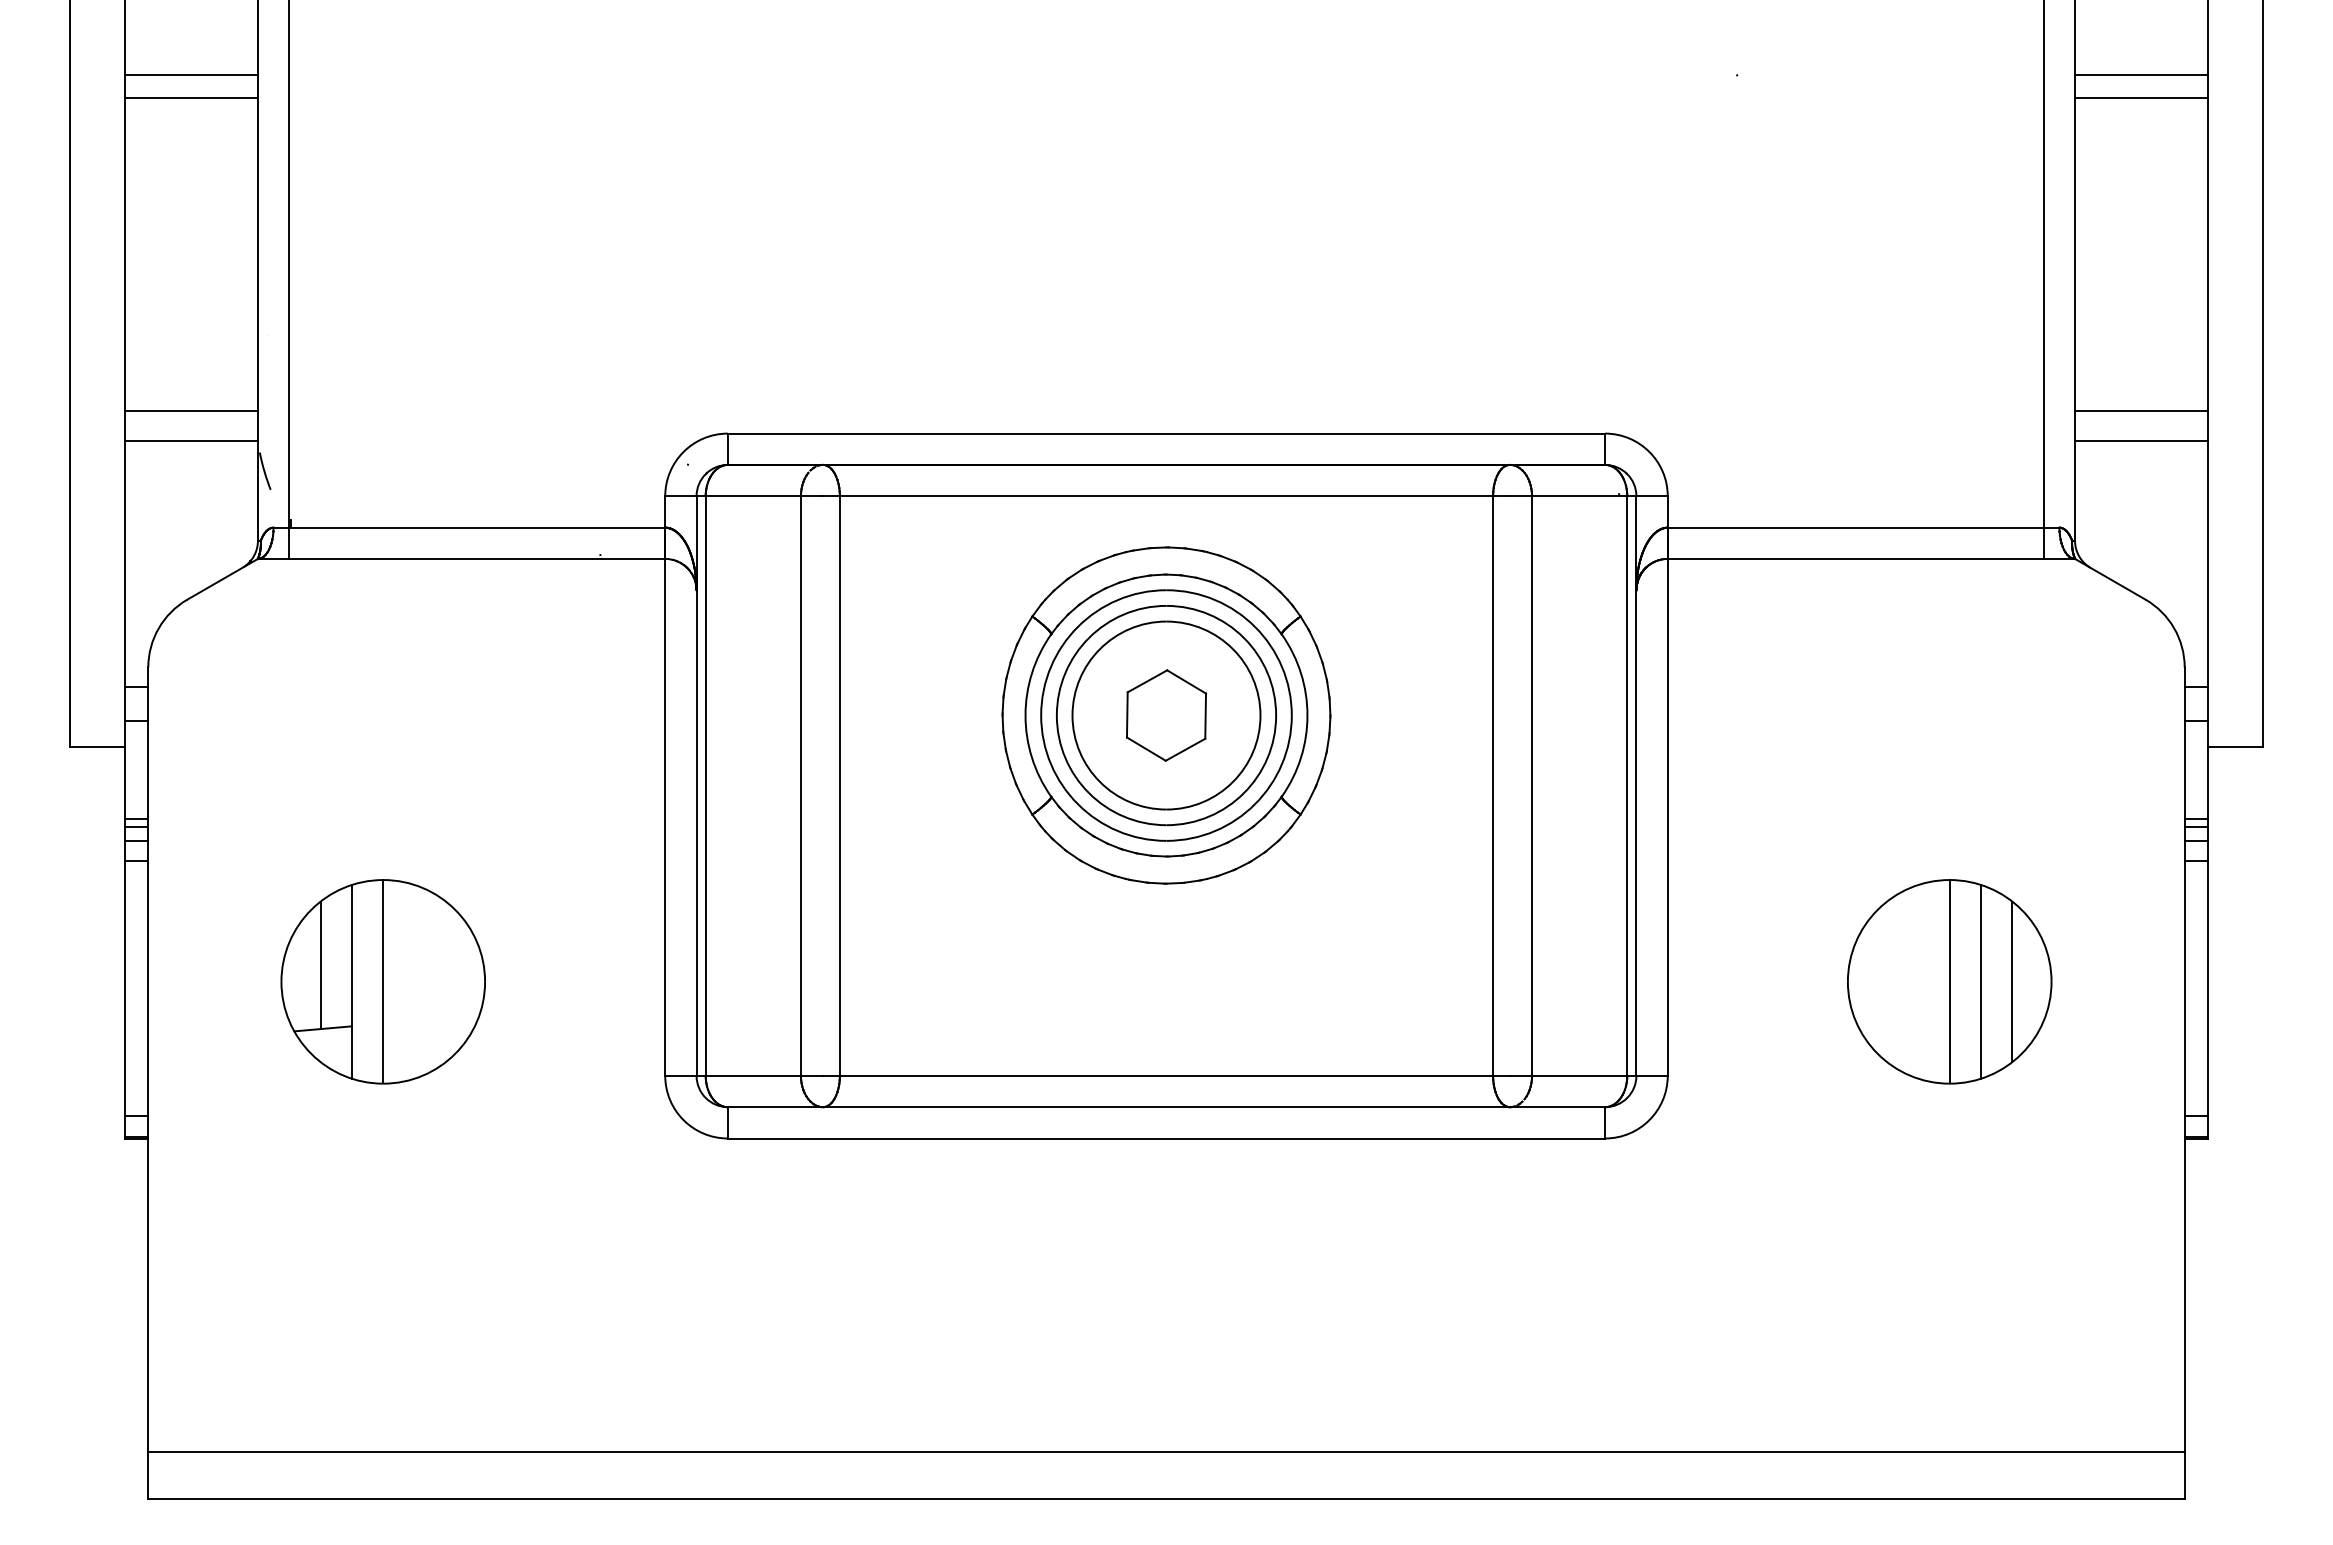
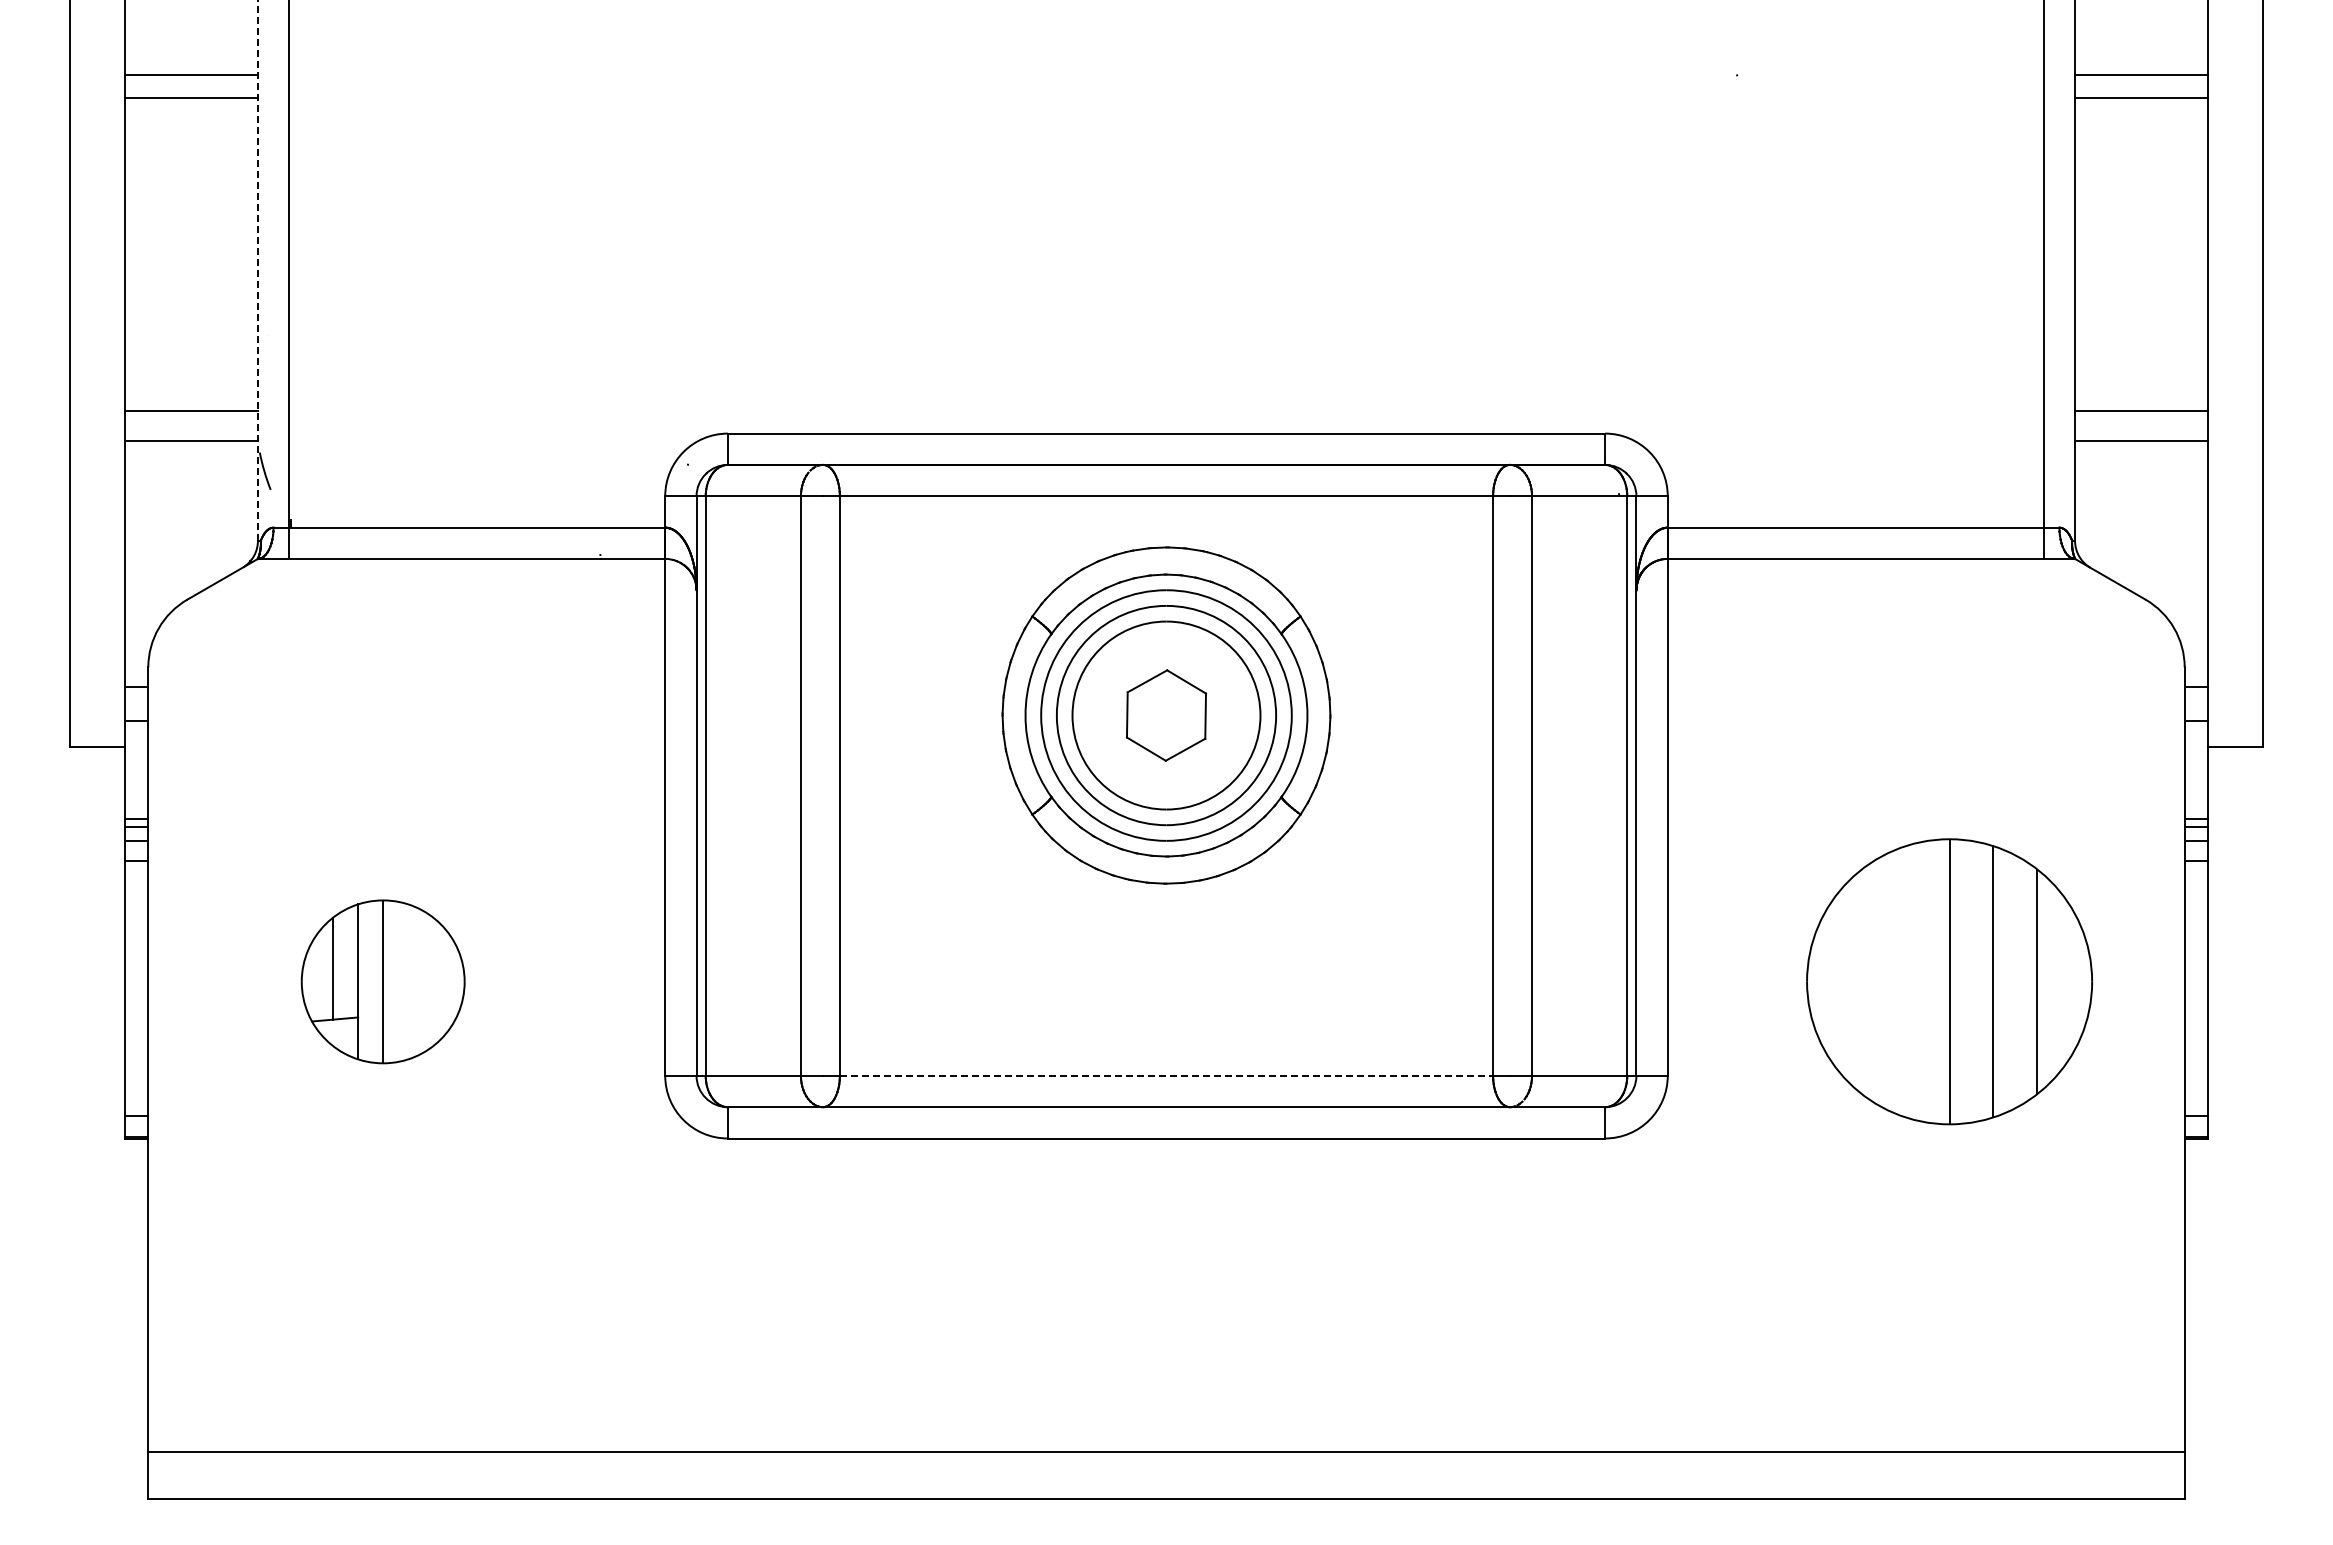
line at (257, 270): solid -> dashed
part at (382, 981) size: 206x206 px -> 166x166 px
part at (1949, 981) size: 206x206 px -> 287x288 px
line at (1166, 1075): solid -> dashed
